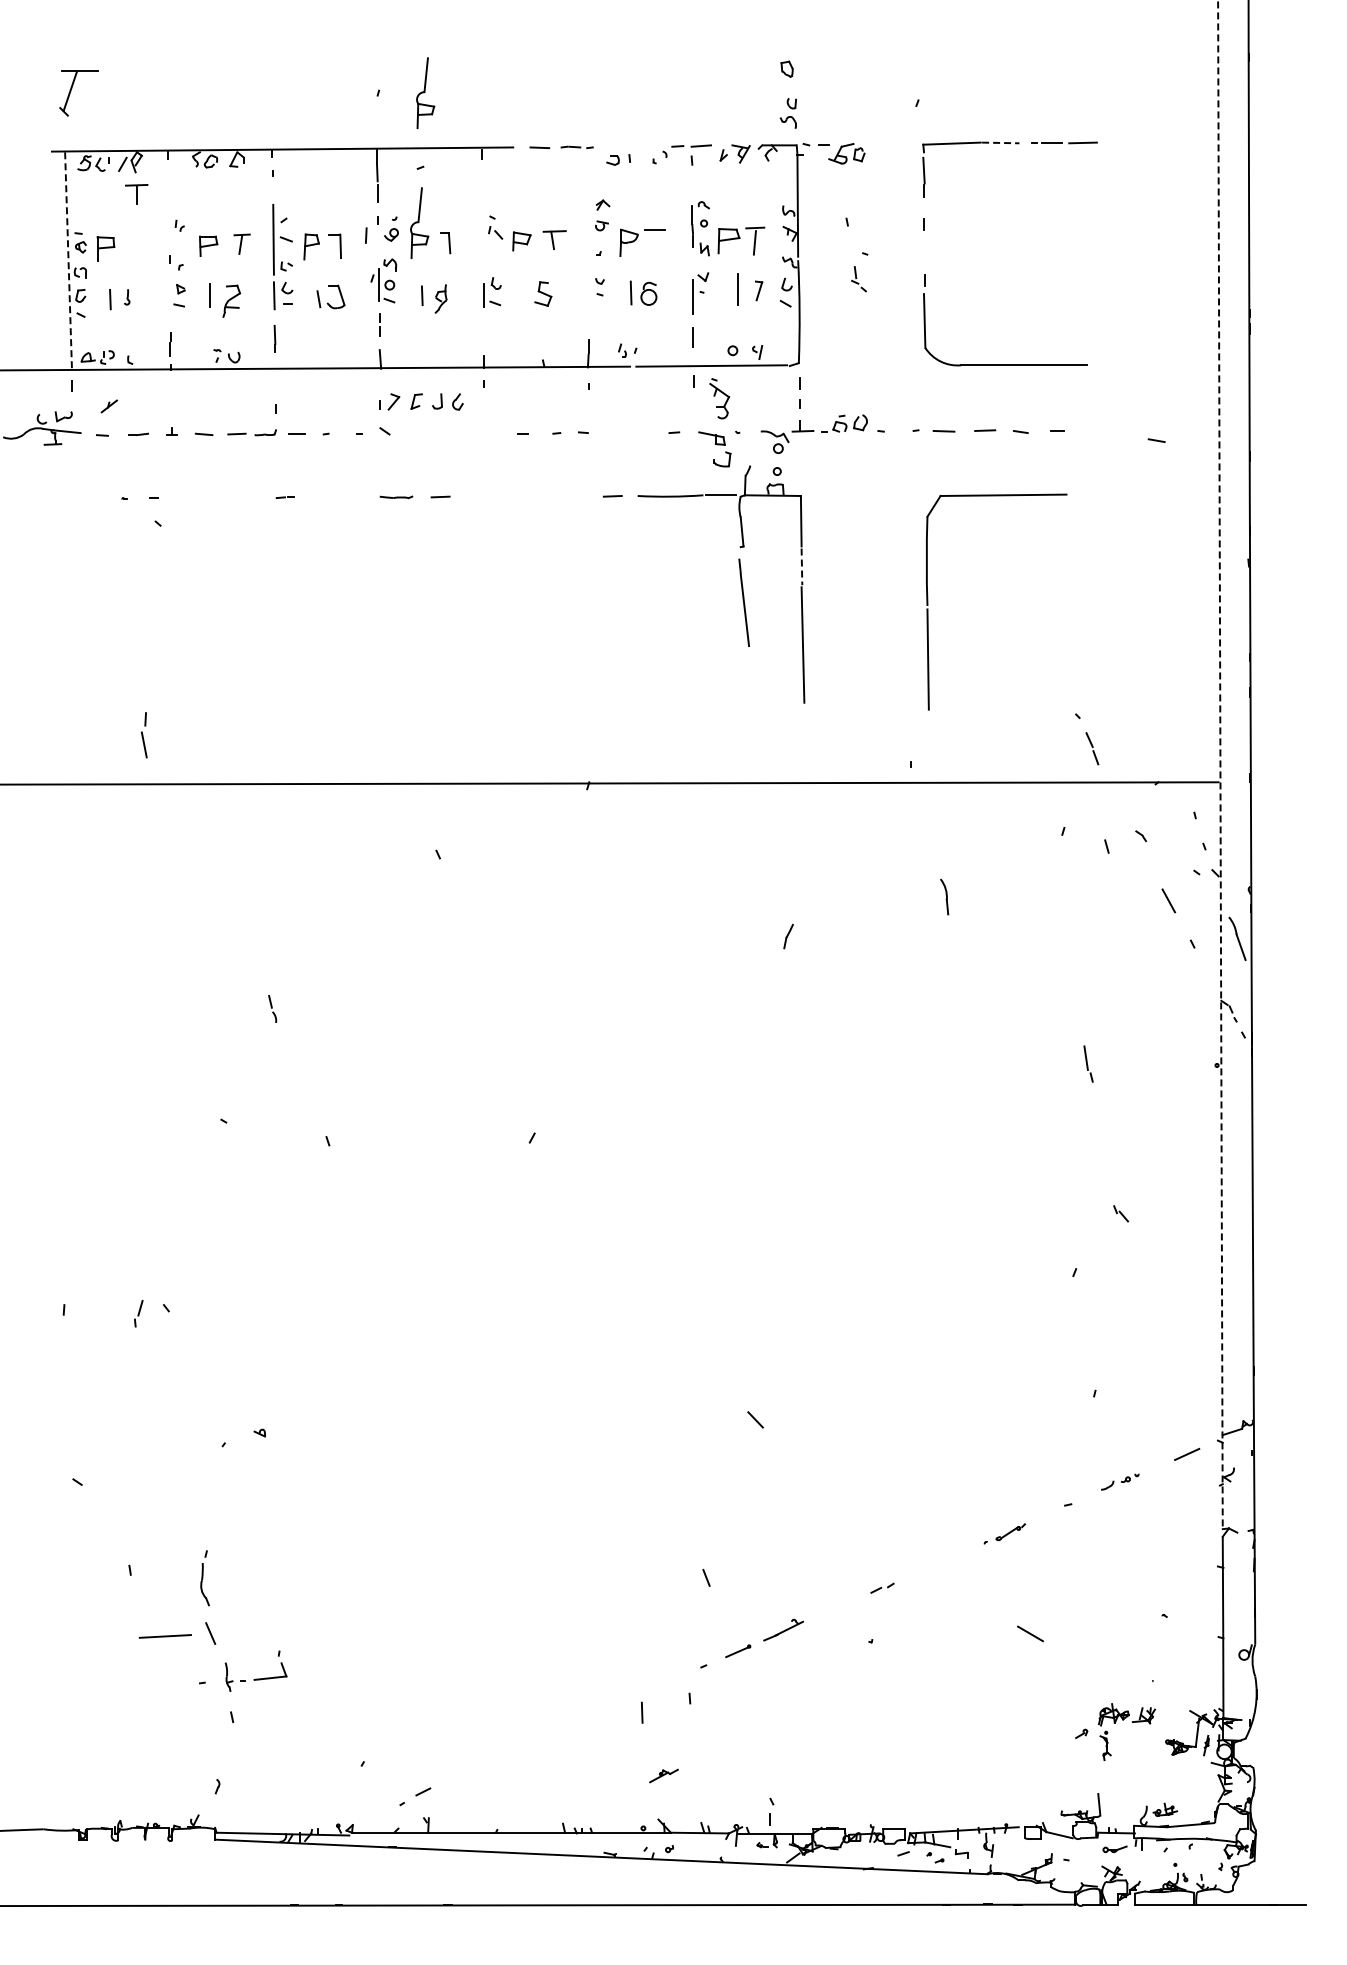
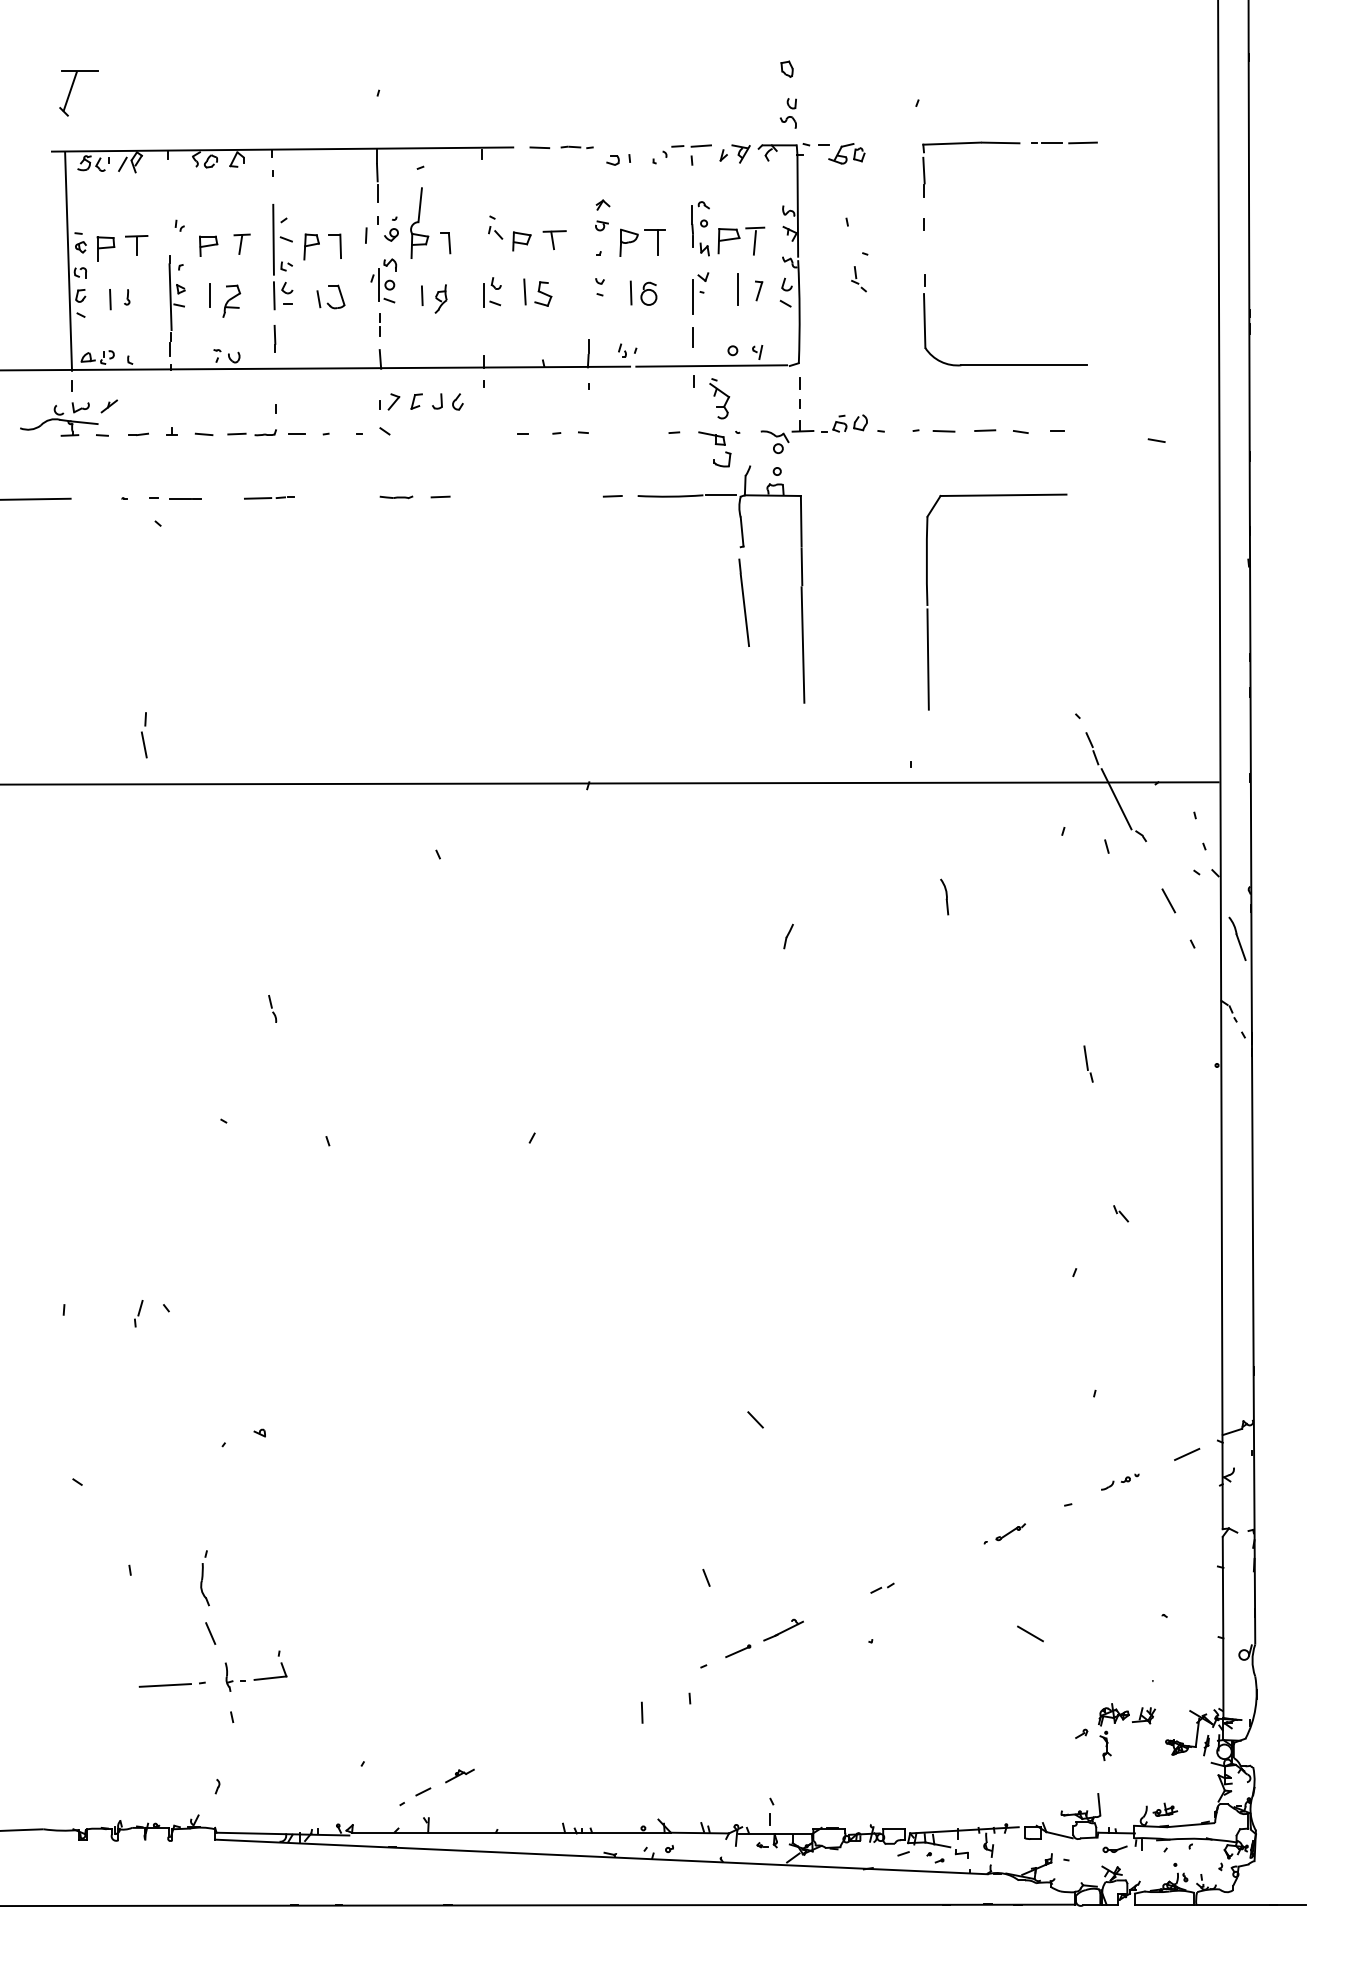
part at (425, 92): present -> none
line at (1000, 142): dashed -> solid
part at (136, 194) position: (136, 194) -> (136, 245)
line at (658, 242): none -> present
line at (68, 262): dashed -> solid
line at (524, 291): none -> present
line at (170, 297): none -> present
part at (42, 428) position: (42, 428) -> (59, 419)
line at (36, 498): none -> present
line at (185, 498): none -> present
line at (257, 498): none -> present
line at (801, 567): dashed -> solid
line at (1220, 765): dashed -> solid
line at (1116, 799): none -> present
line at (164, 1636) position: (164, 1636) -> (164, 1685)
part at (663, 1775) position: (663, 1775) -> (459, 1775)
